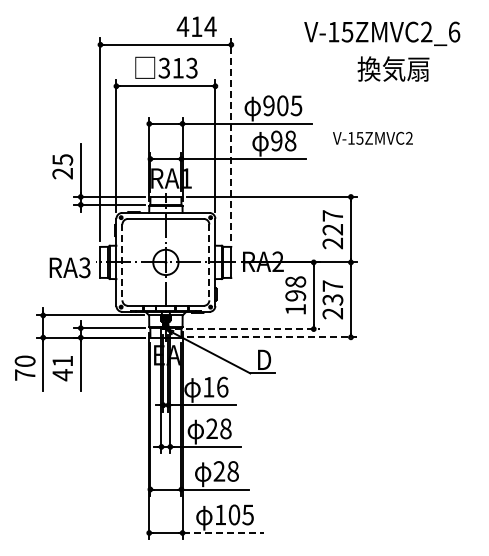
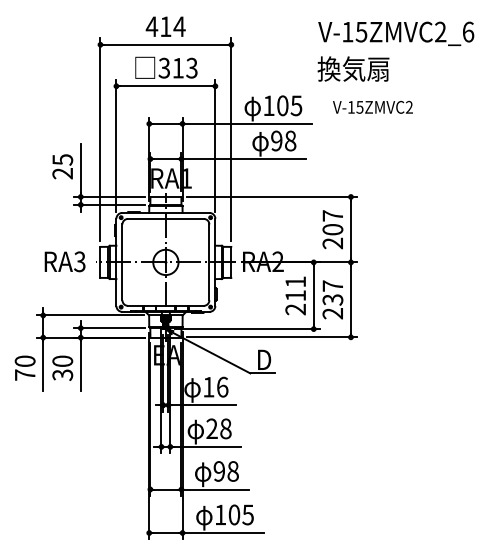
text at (196, 26) position: (196, 26) -> (165, 26)
text at (382, 33) position: (382, 33) -> (396, 33)
text at (393, 68) position: (393, 68) -> (353, 68)
text at (268, 105): 905 -> 105
text at (372, 137) position: (372, 137) -> (372, 106)
line at (231, 139): dashed -> solid
text at (332, 229): 227 -> 207
line at (122, 262): dashed -> solid
line at (209, 262): dashed -> solid
text at (69, 267) position: (69, 267) -> (64, 261)
text at (295, 295): 198 -> 211
line at (247, 329): dashed -> solid
line at (272, 337): dashed -> solid
text at (62, 368): 41 -> 30
text at (219, 471): 28 -> 98
line at (223, 533): dashed -> solid
